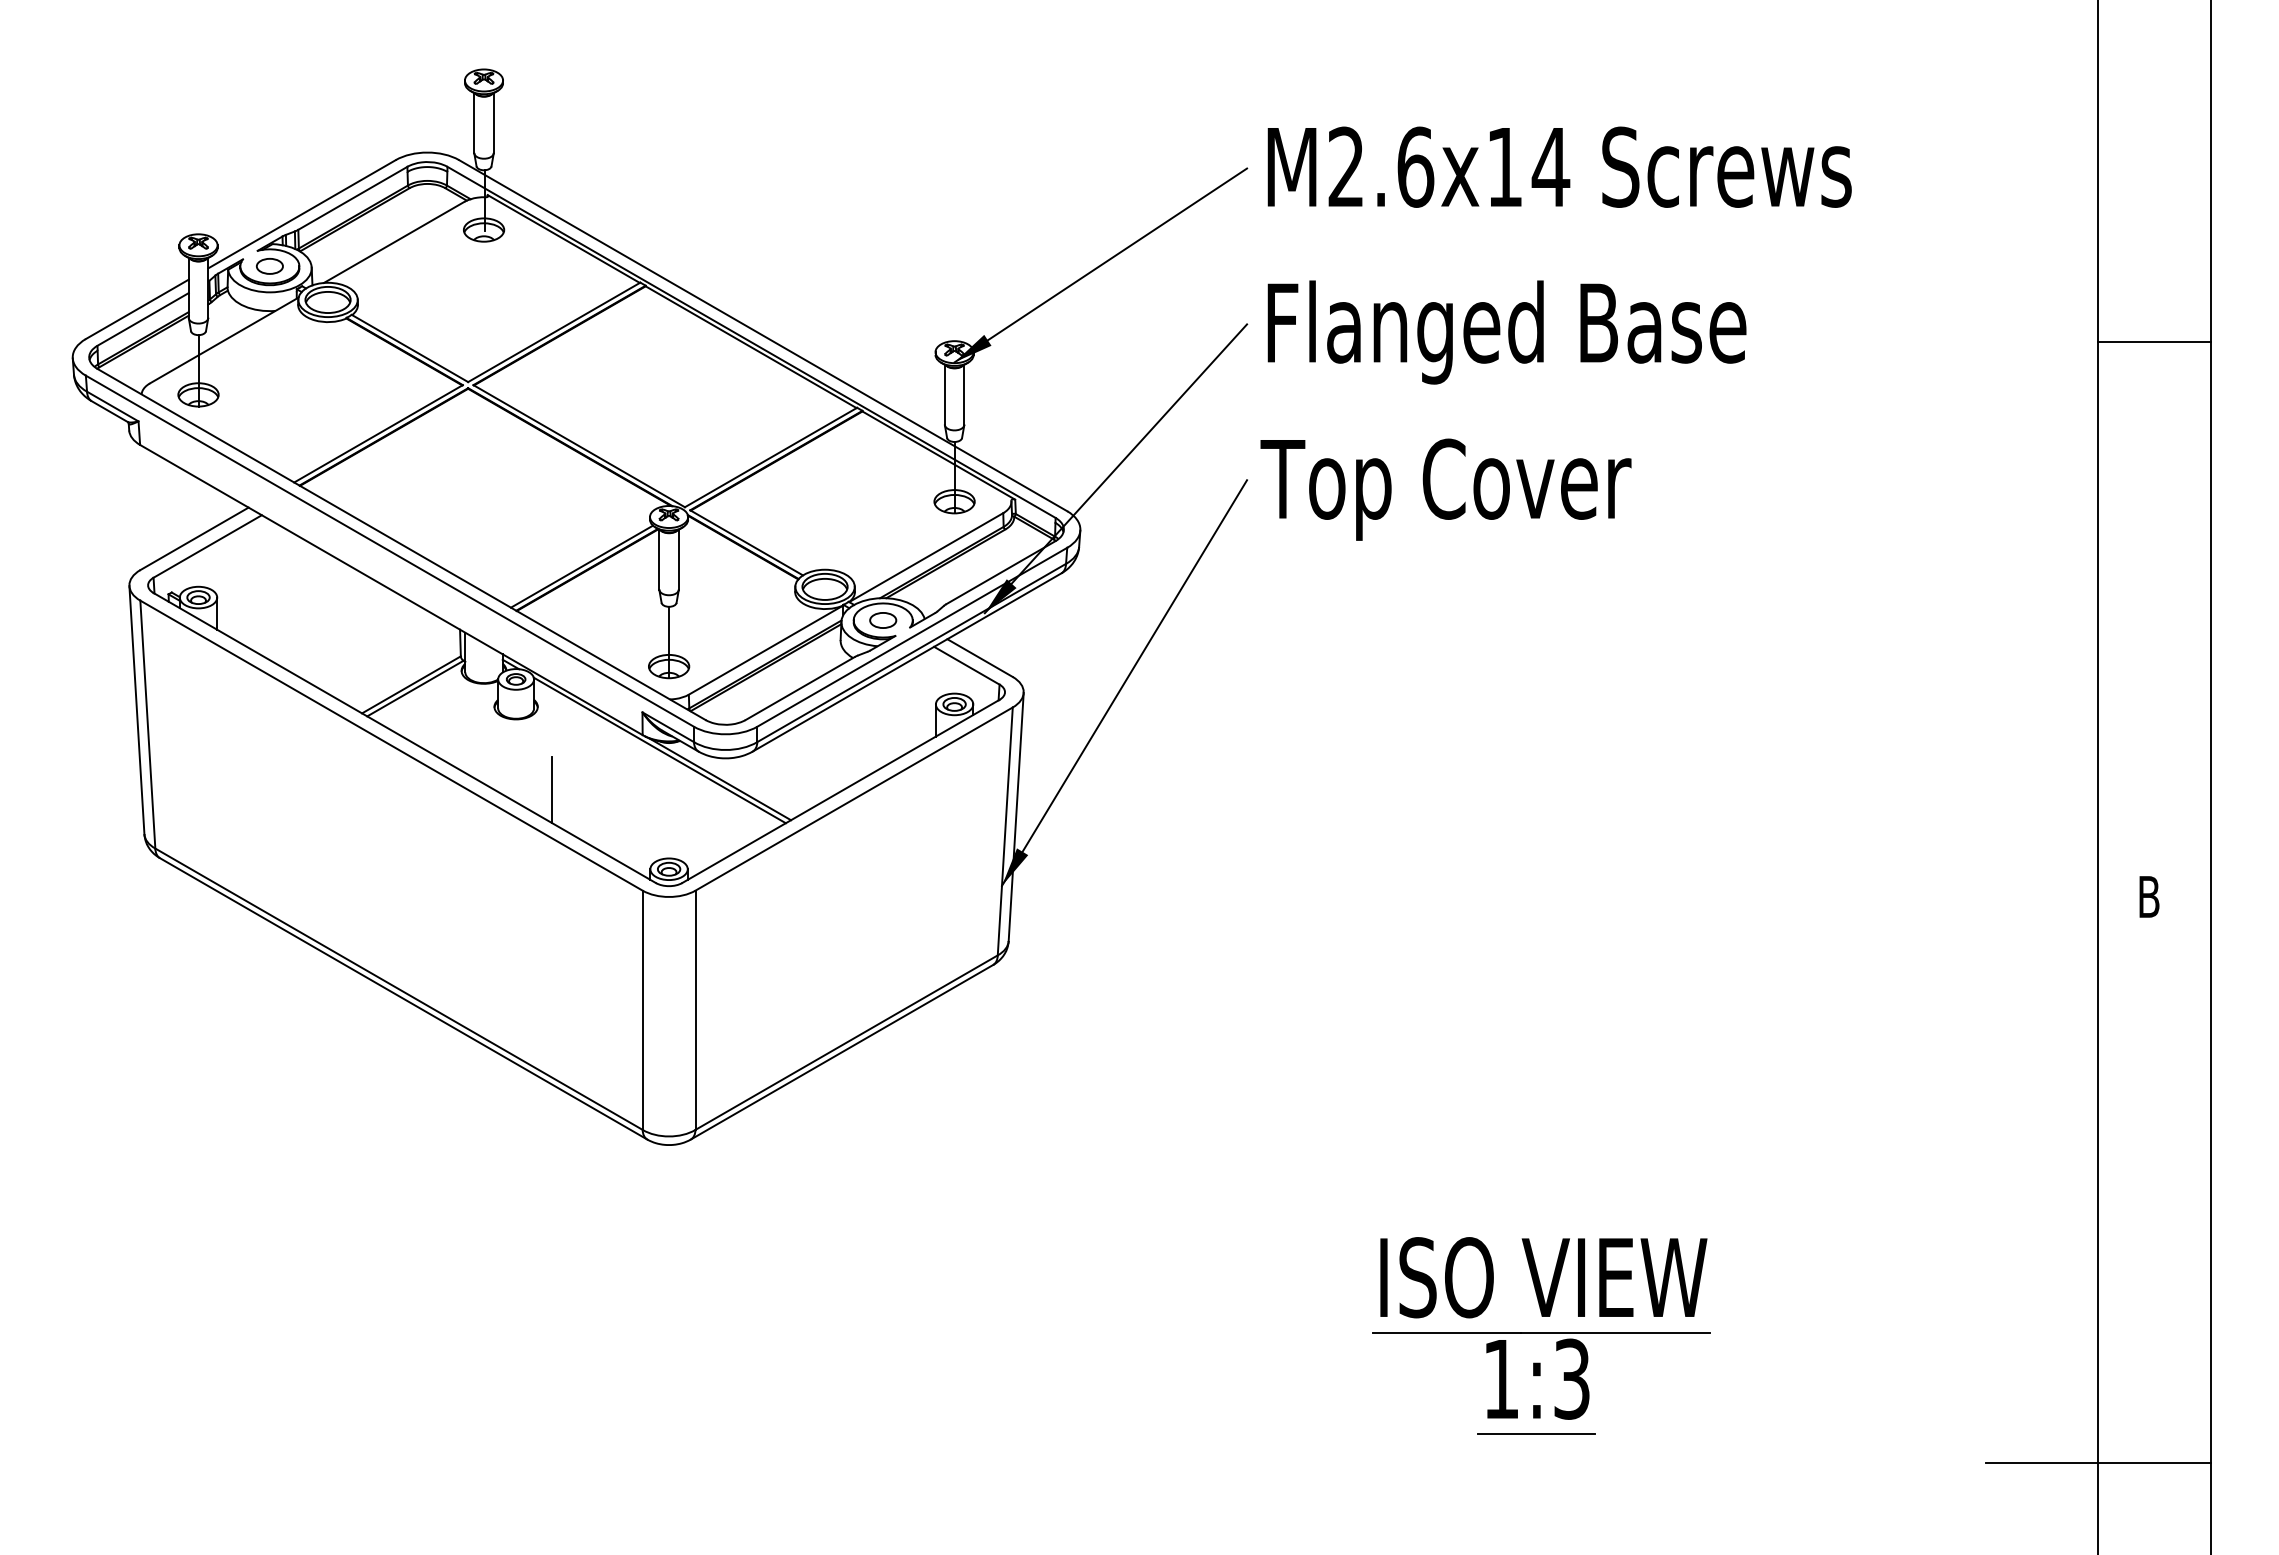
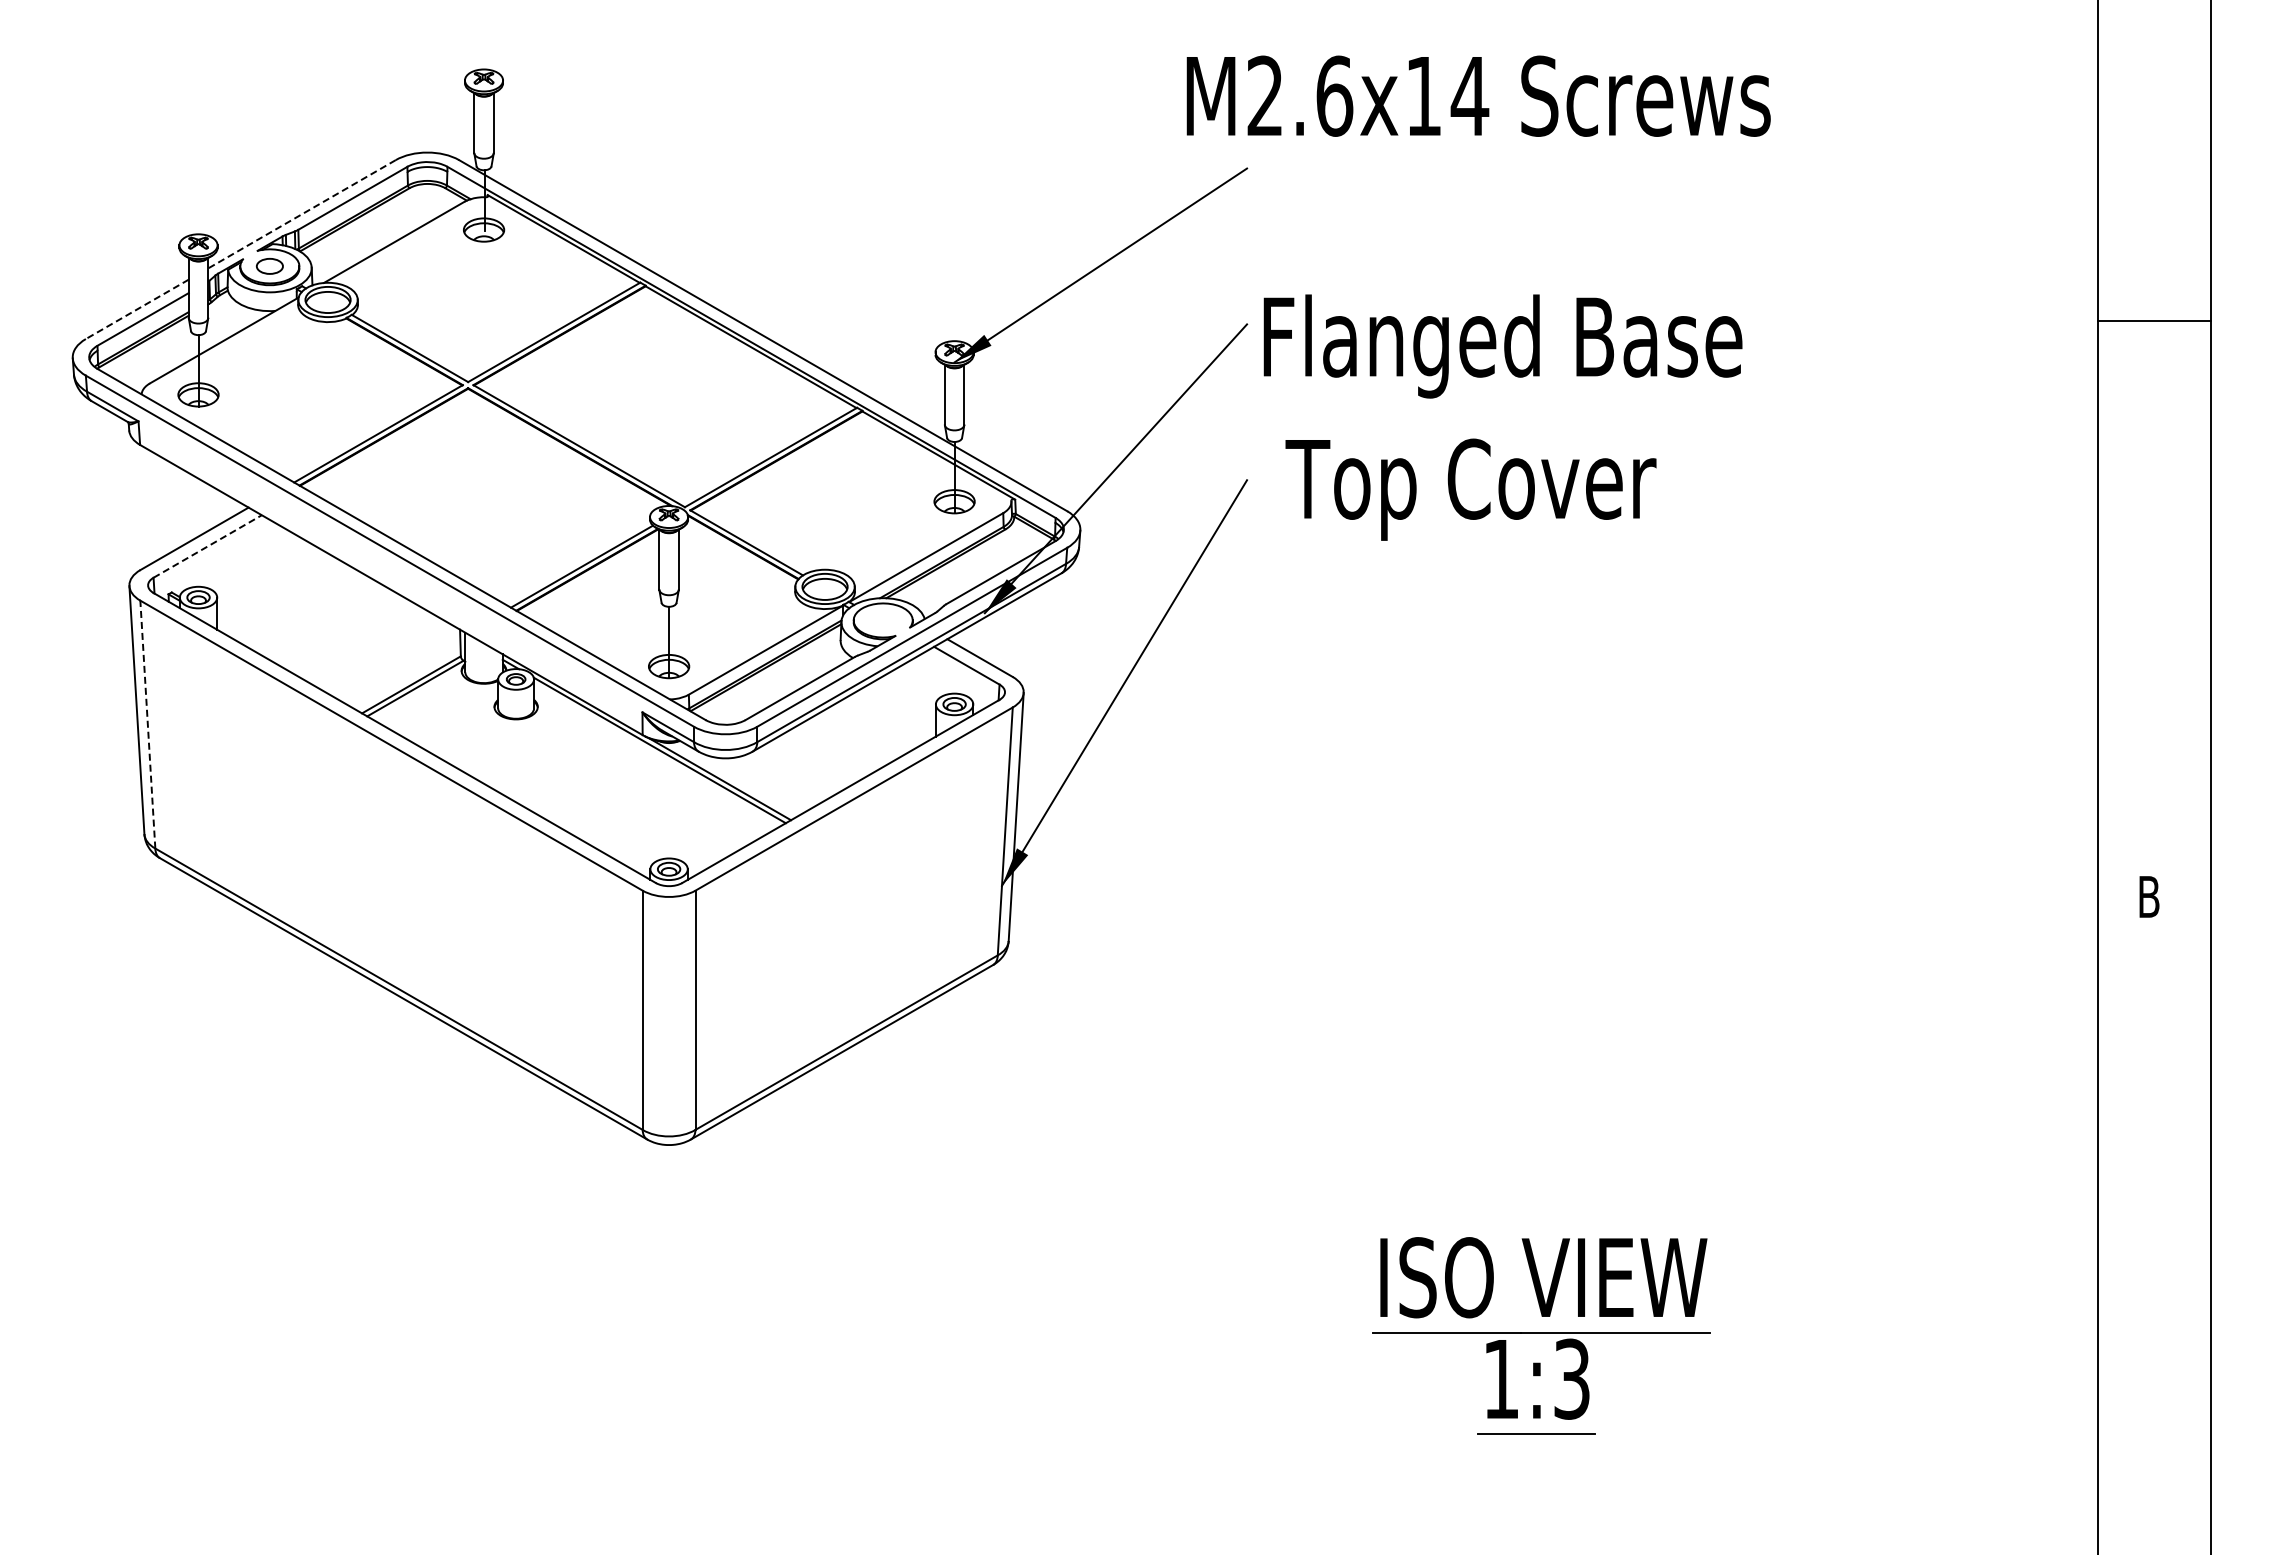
text at (1559, 166) position: (1559, 166) -> (1478, 95)
line at (301, 214): solid -> dashed
line at (136, 309): solid -> dashed
text at (1506, 332) position: (1506, 332) -> (1502, 346)
line at (2154, 341) position: (2154, 341) -> (2154, 320)
text at (1445, 489) position: (1445, 489) -> (1470, 489)
line at (207, 546): solid -> dashed
part at (883, 620): present -> none
line at (147, 724): solid -> dashed
line at (551, 789): present -> none
line at (2098, 1463): present -> none
